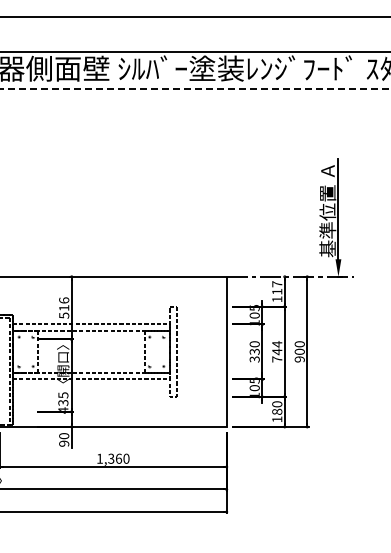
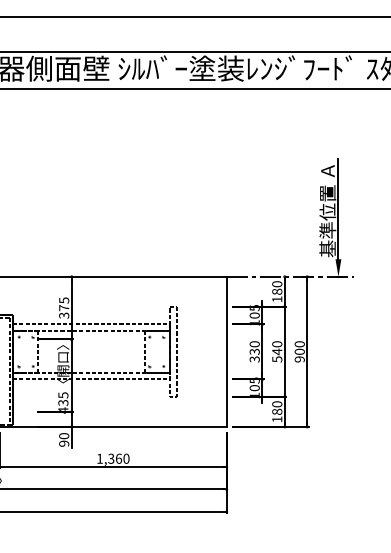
line at (195, 89): dashed -> solid
text at (277, 287): 117 -> 180
text at (64, 307): 516 -> 375
text at (277, 351): 744 -> 540
